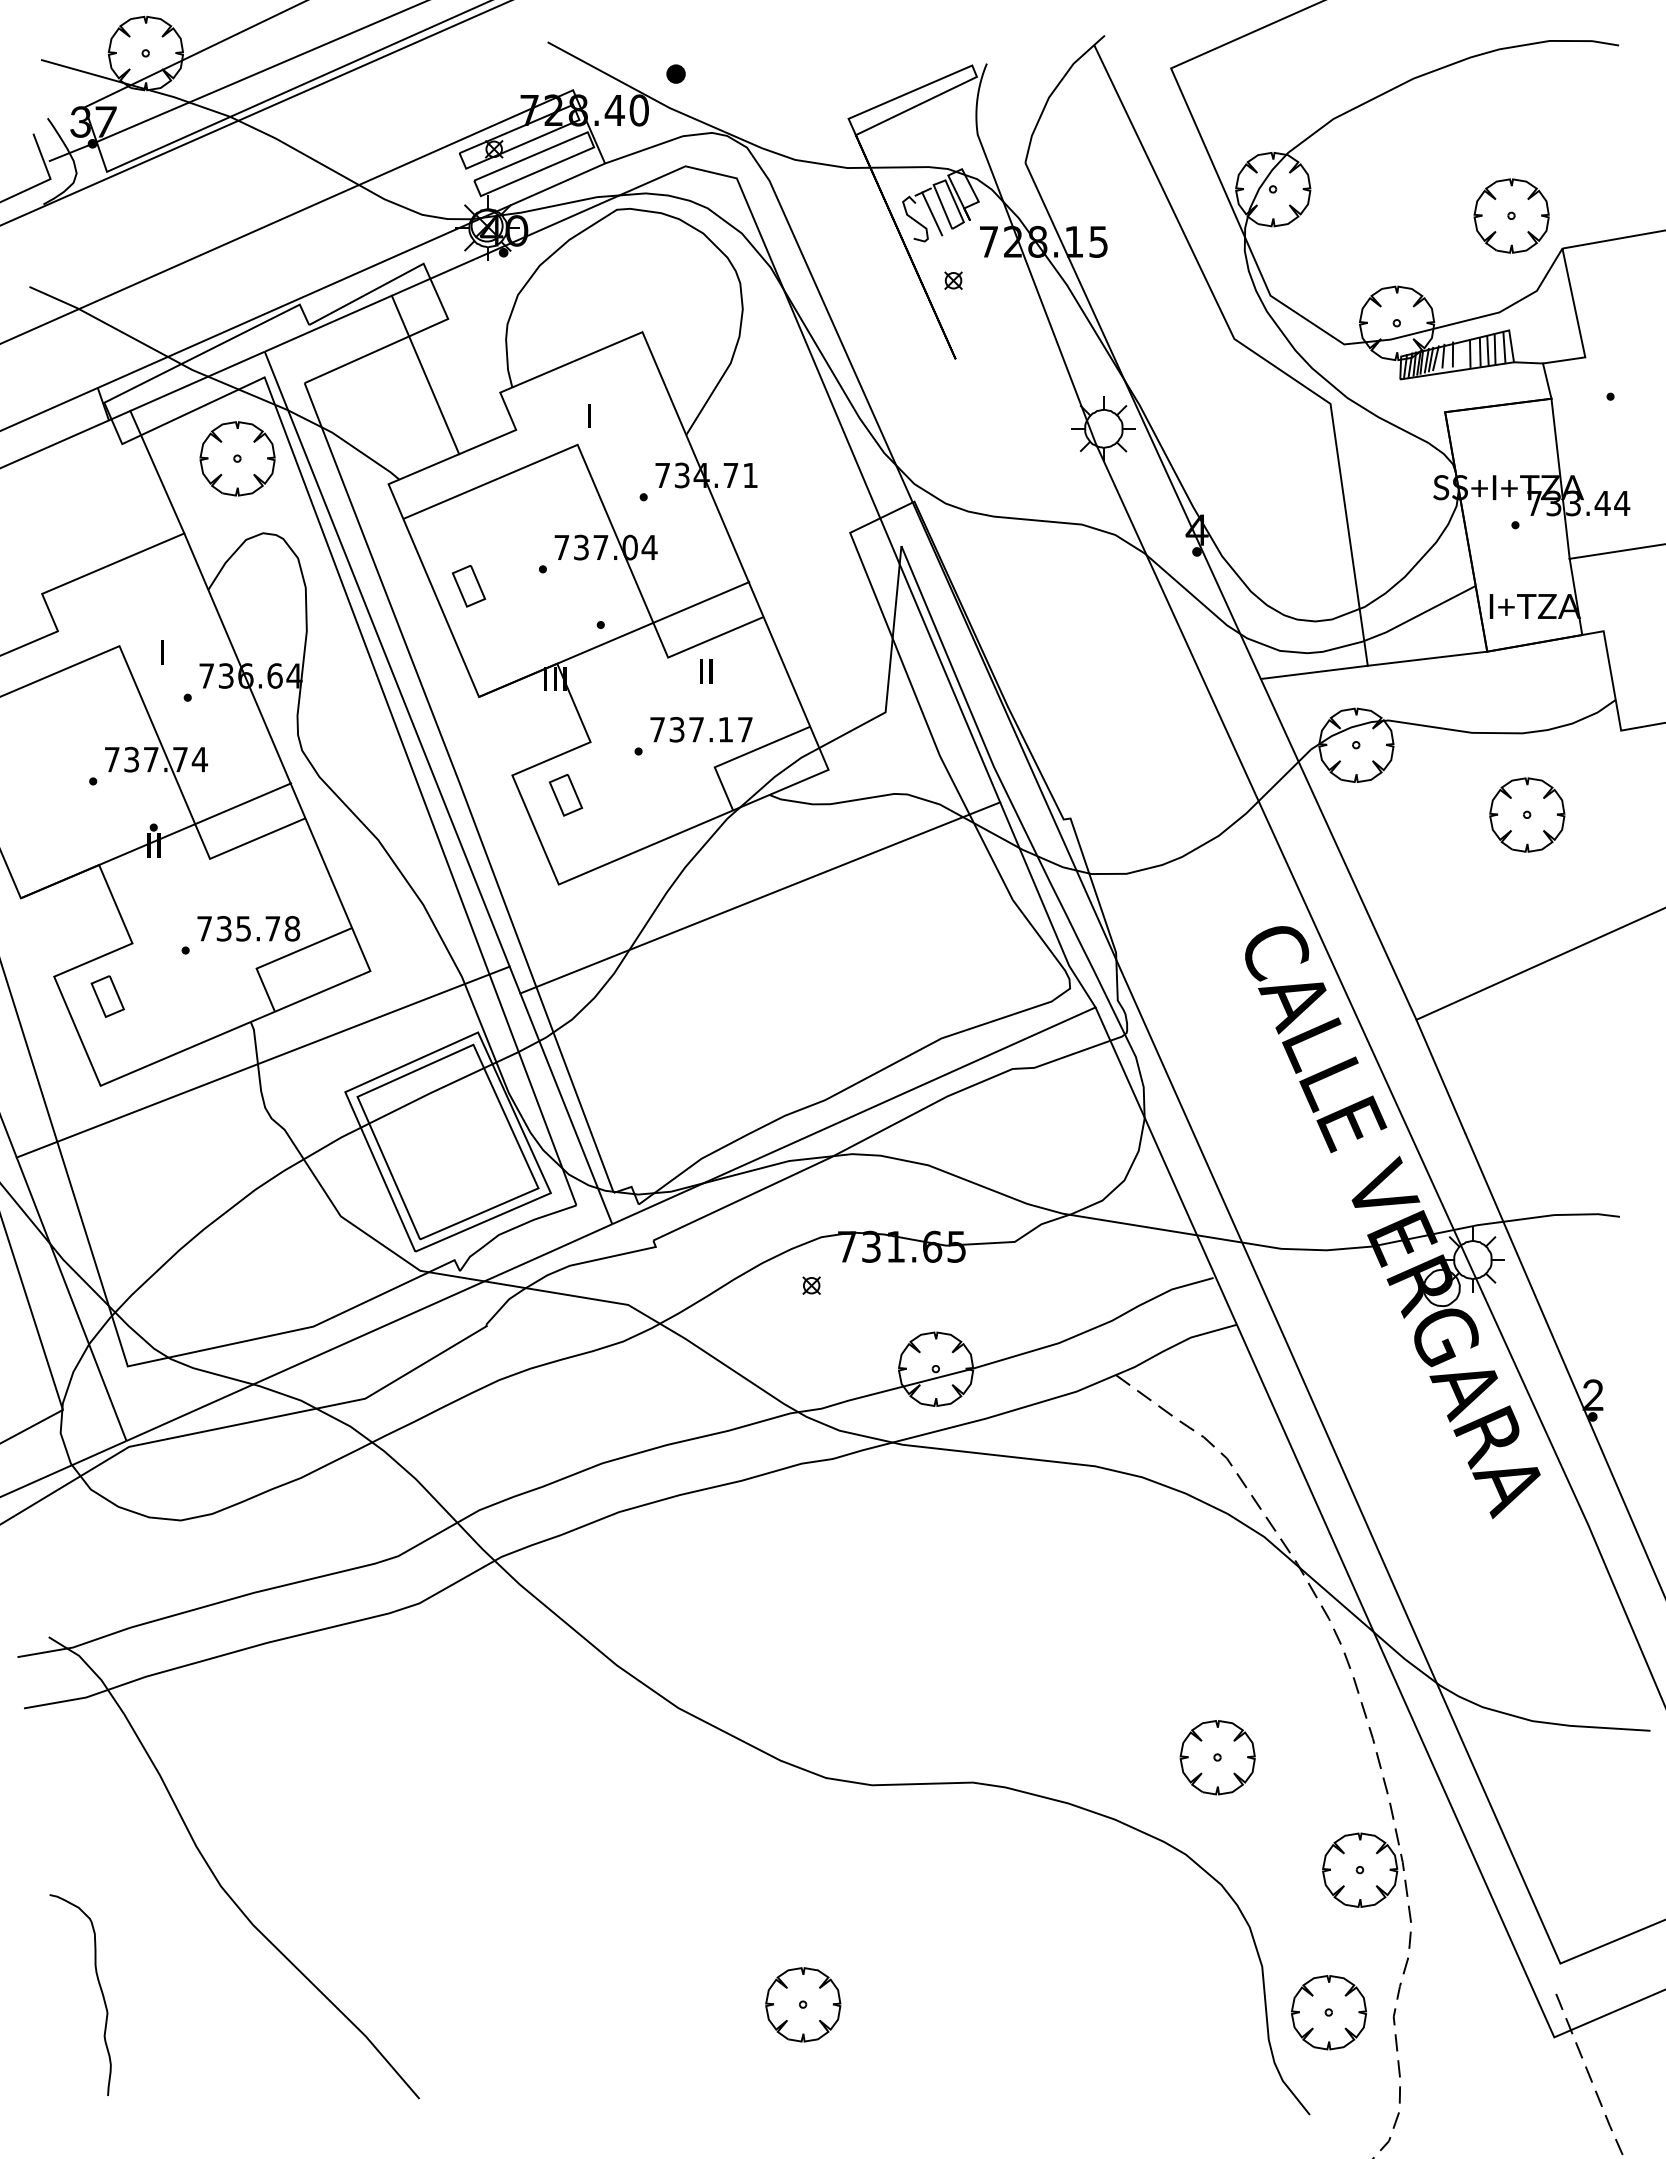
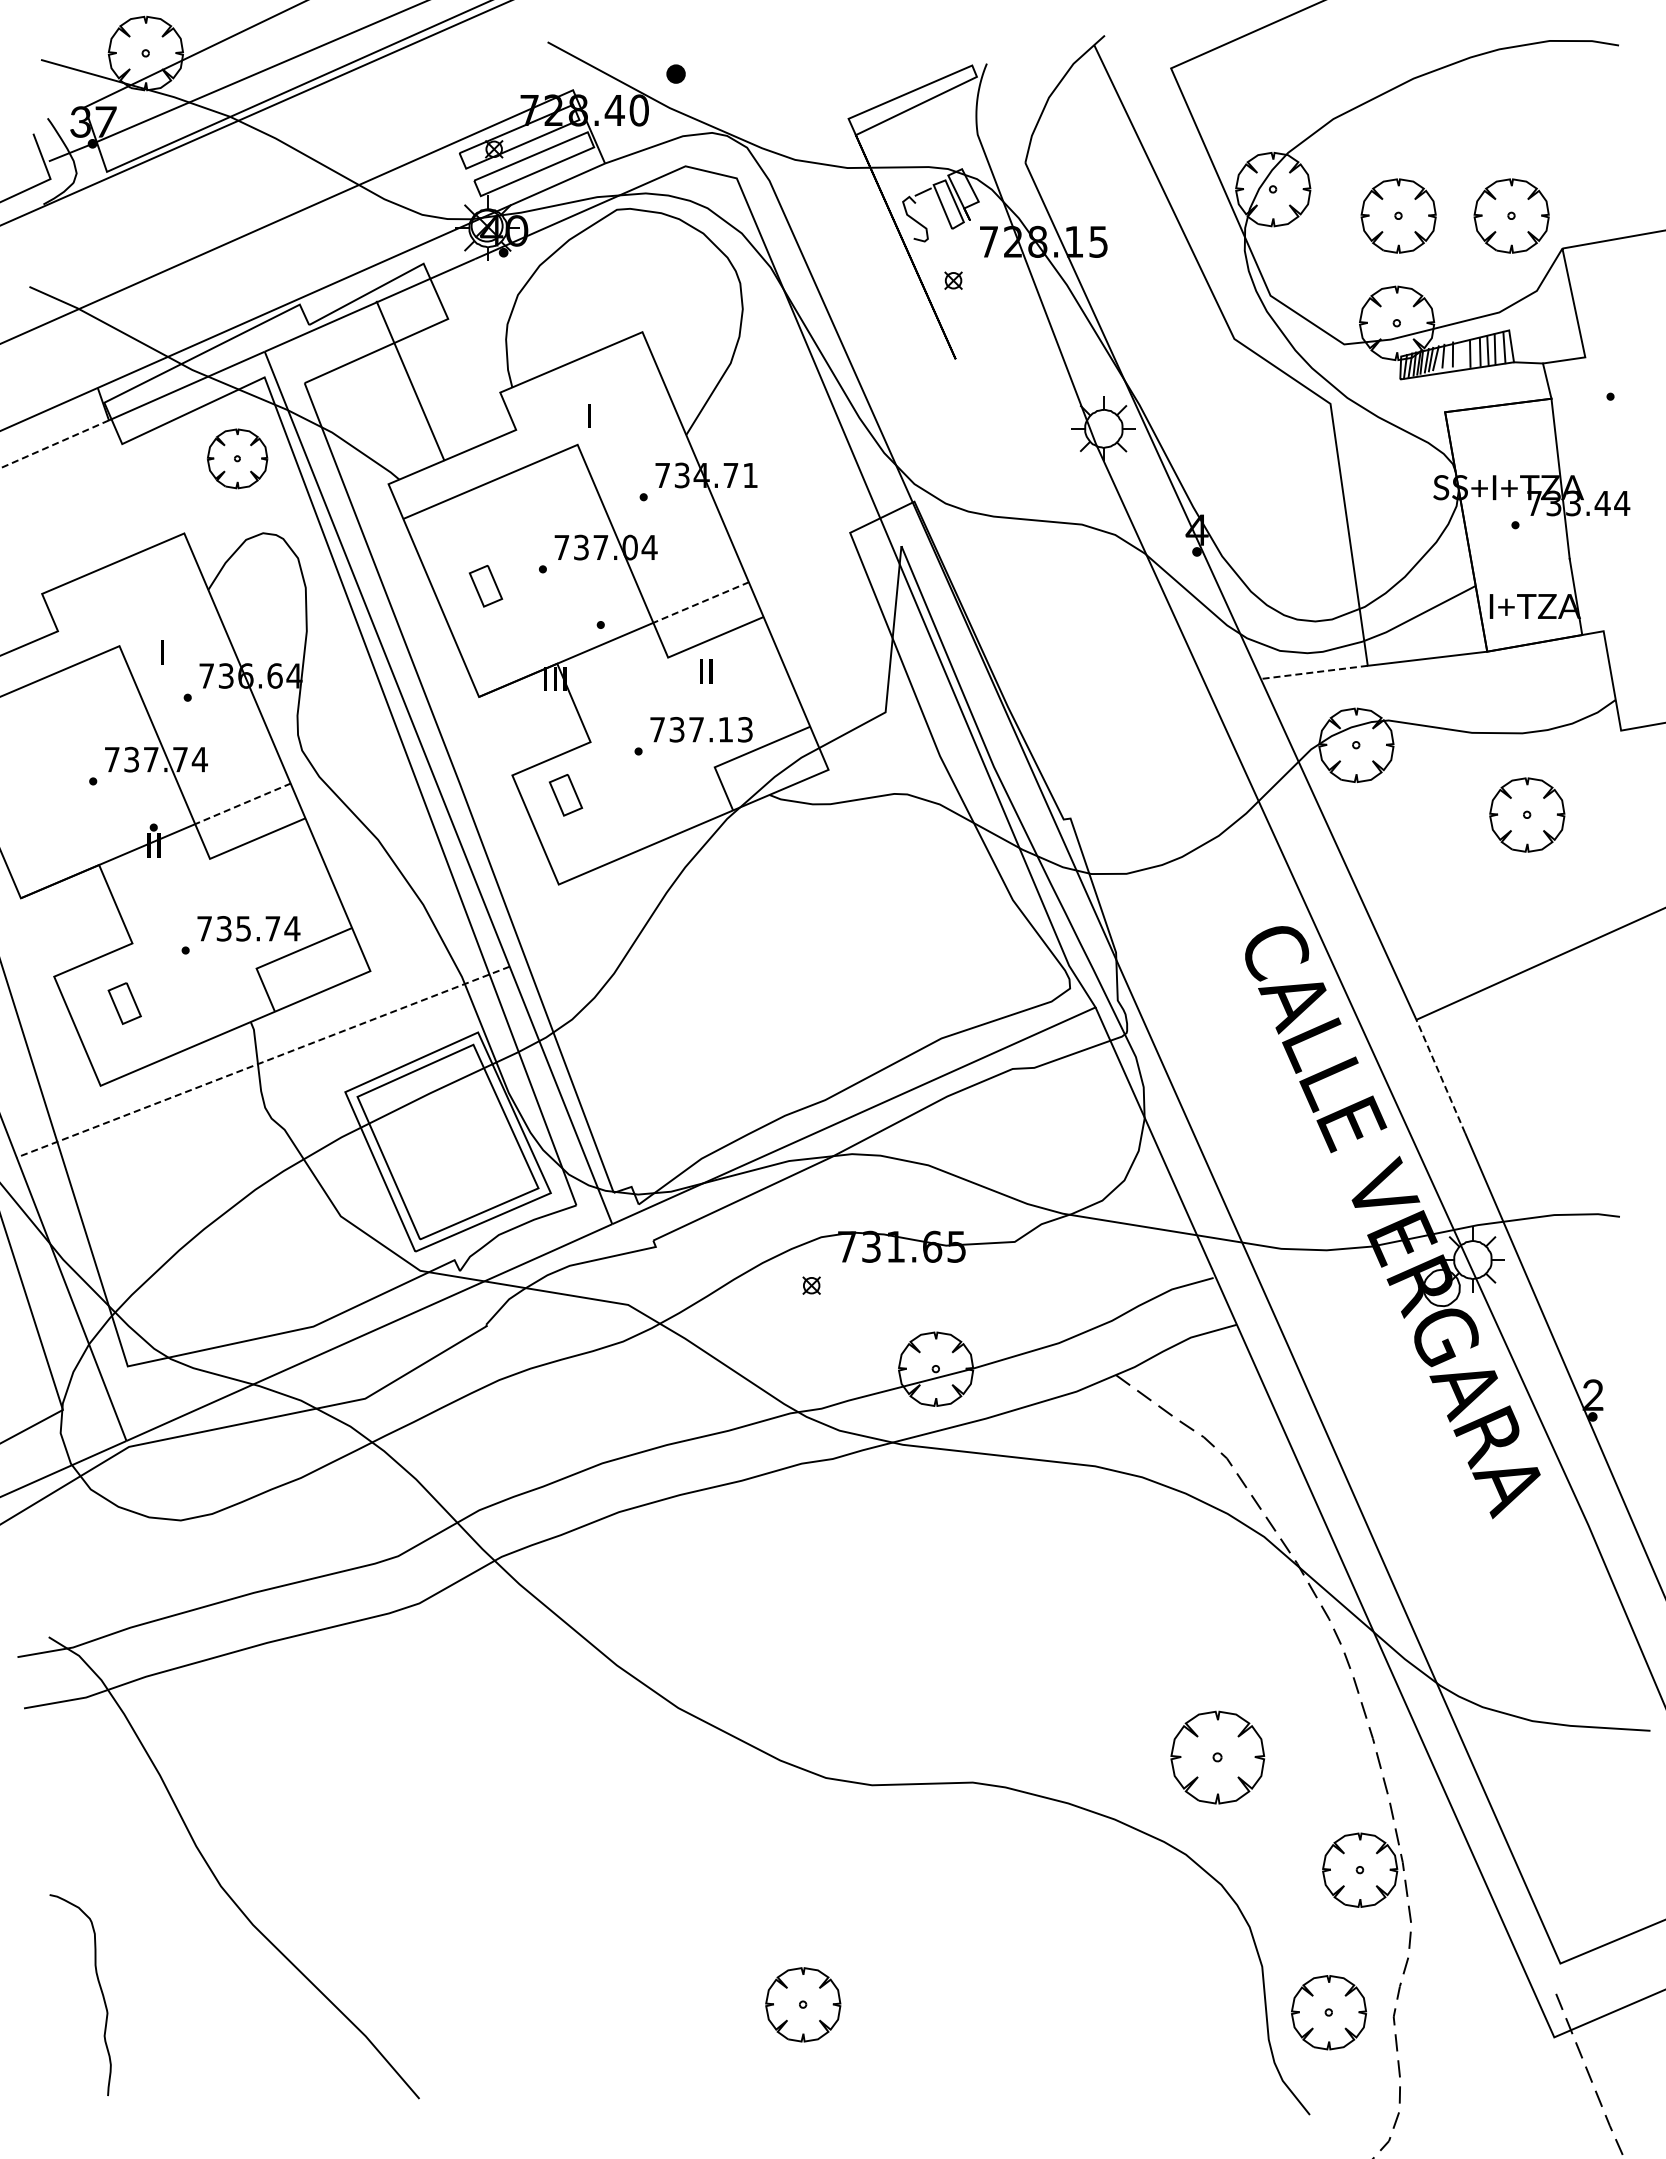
line at (932, 213): present -> none
part at (1398, 215): none -> present
line at (425, 374) position: (425, 374) -> (410, 380)
line at (54, 444): solid -> dashed
part at (237, 458) size: 77x76 px -> 62x62 px
line at (157, 471): present -> none
line at (1615, 551): present -> none
part at (468, 586) position: (468, 586) -> (485, 586)
line at (700, 602): solid -> dashed
line at (1314, 672): solid -> dashed
text at (745, 729): 737.17 -> 737.13
line at (242, 804): solid -> dashed
line at (760, 897): present -> none
text at (292, 928): 735.78 -> 735.74
part at (107, 996) position: (107, 996) -> (124, 1003)
line at (262, 1062): solid -> dashed
line at (1440, 1076): solid -> dashed
part at (1217, 1757) size: 77x76 px -> 96x95 px
